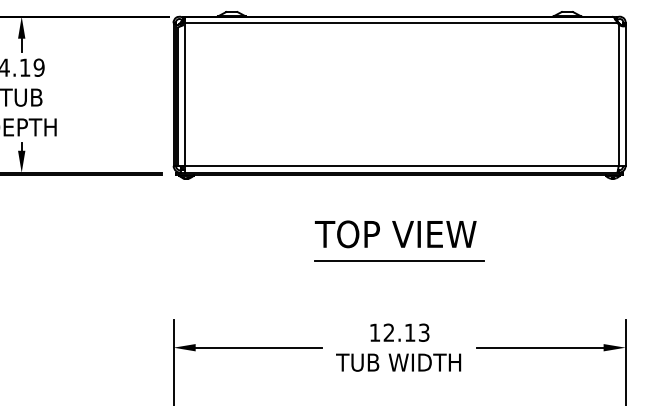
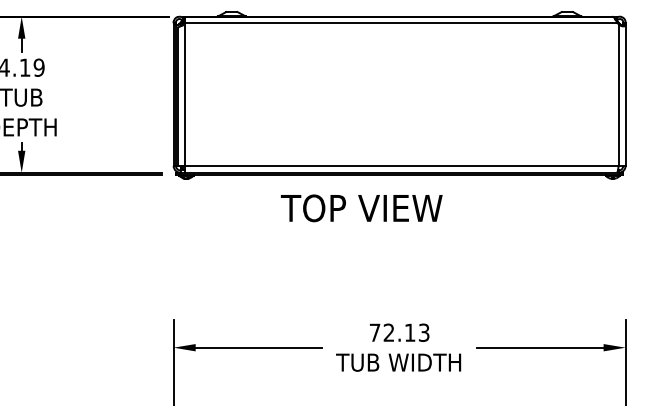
text at (395, 234) position: (395, 234) -> (361, 208)
line at (399, 260): present -> none
text at (374, 332): 12.13 -> 72.13
